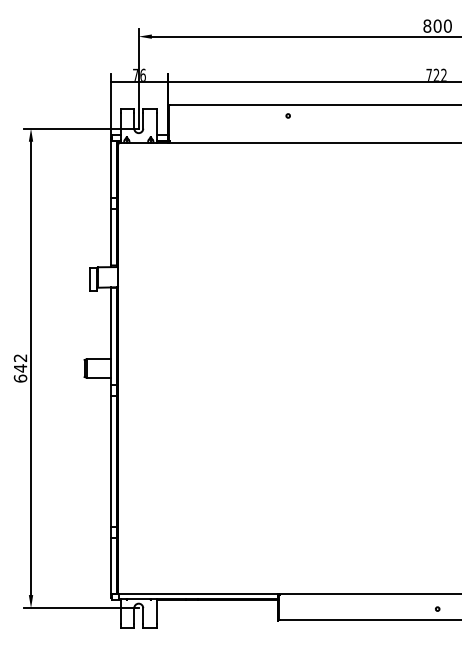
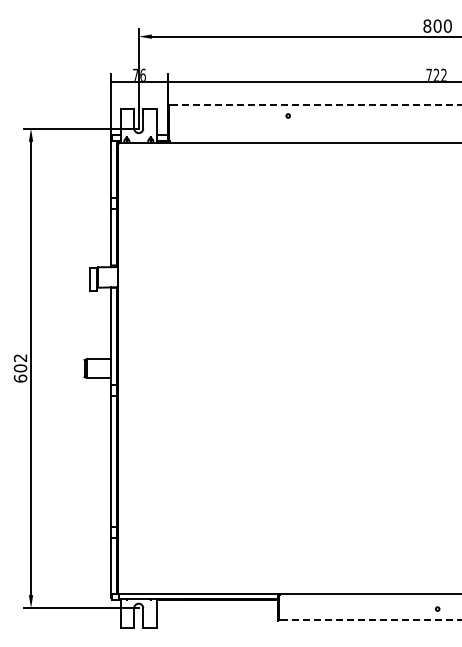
line at (315, 104): solid -> dashed
text at (20, 368): 642 -> 602
line at (370, 620): solid -> dashed
